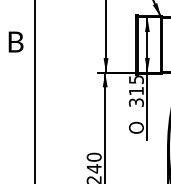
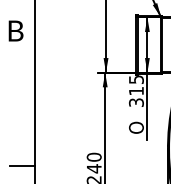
text at (15, 41) position: (15, 41) -> (15, 30)
line at (21, 166): none -> present
